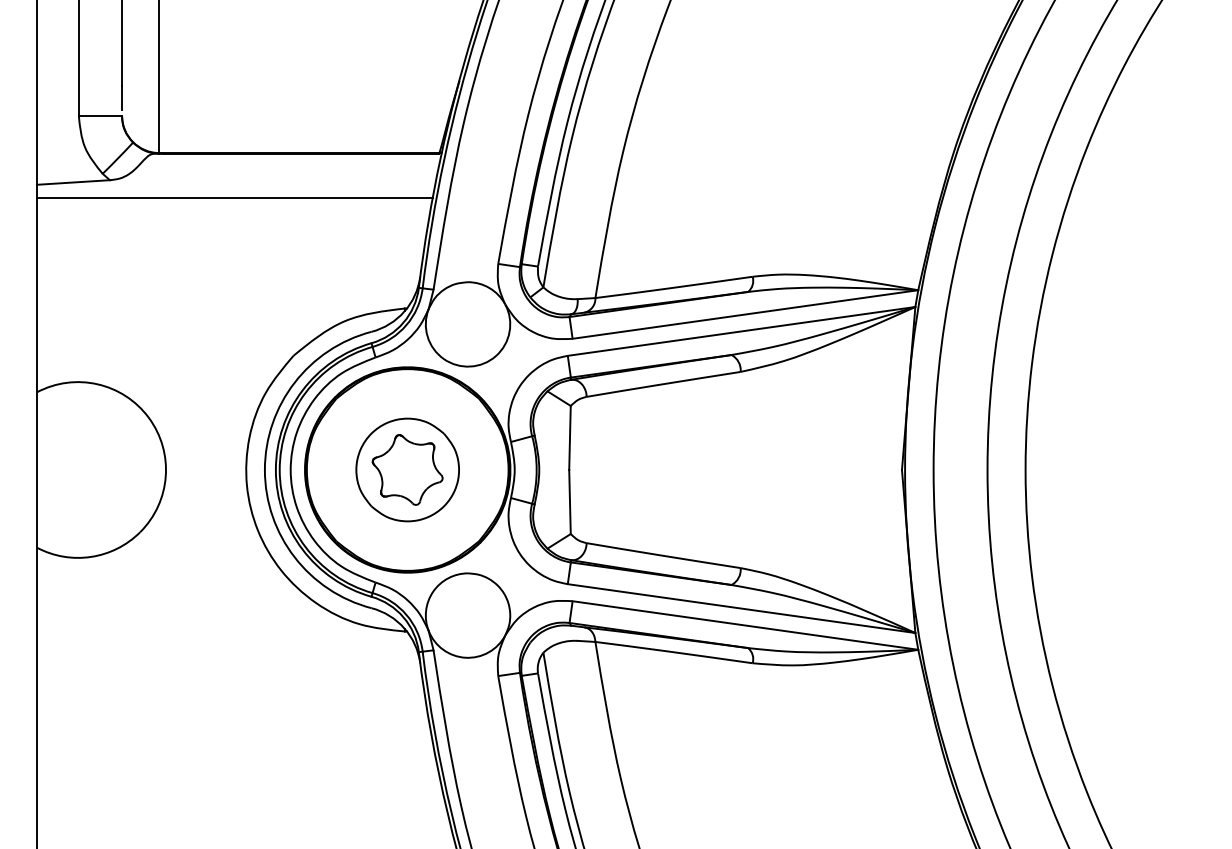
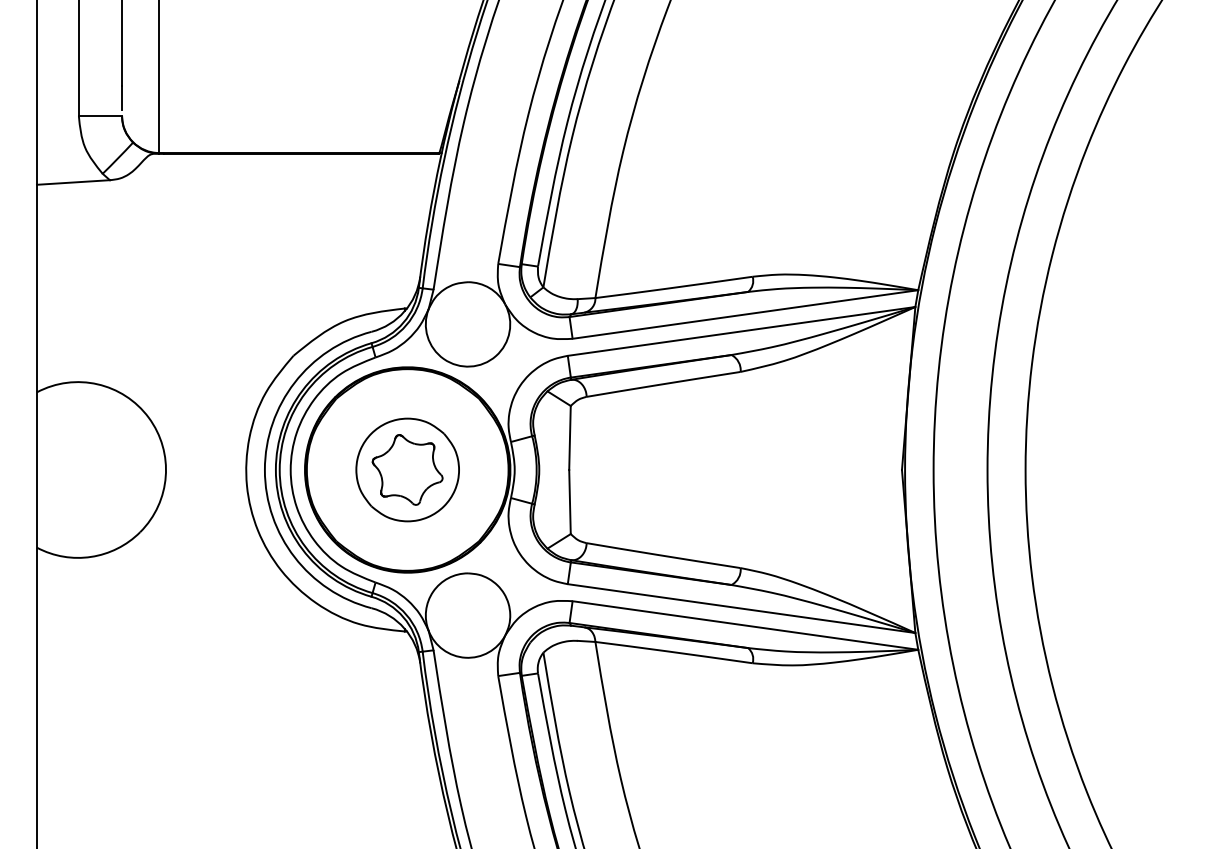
line at (234, 197): present -> none
